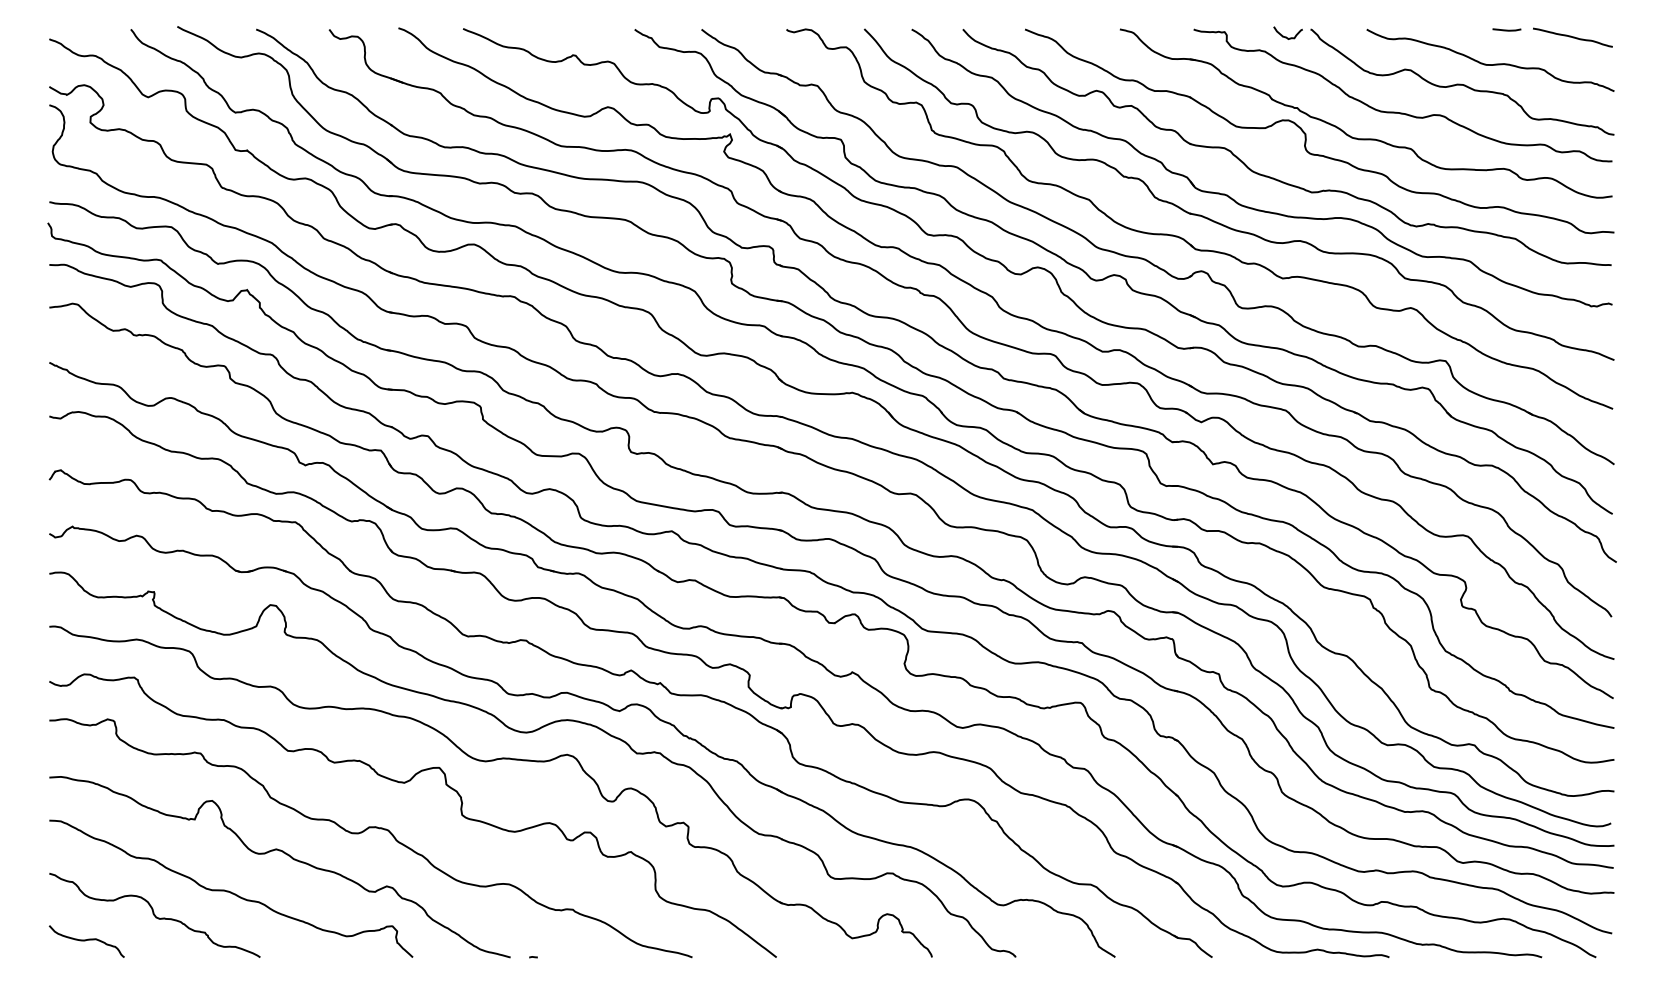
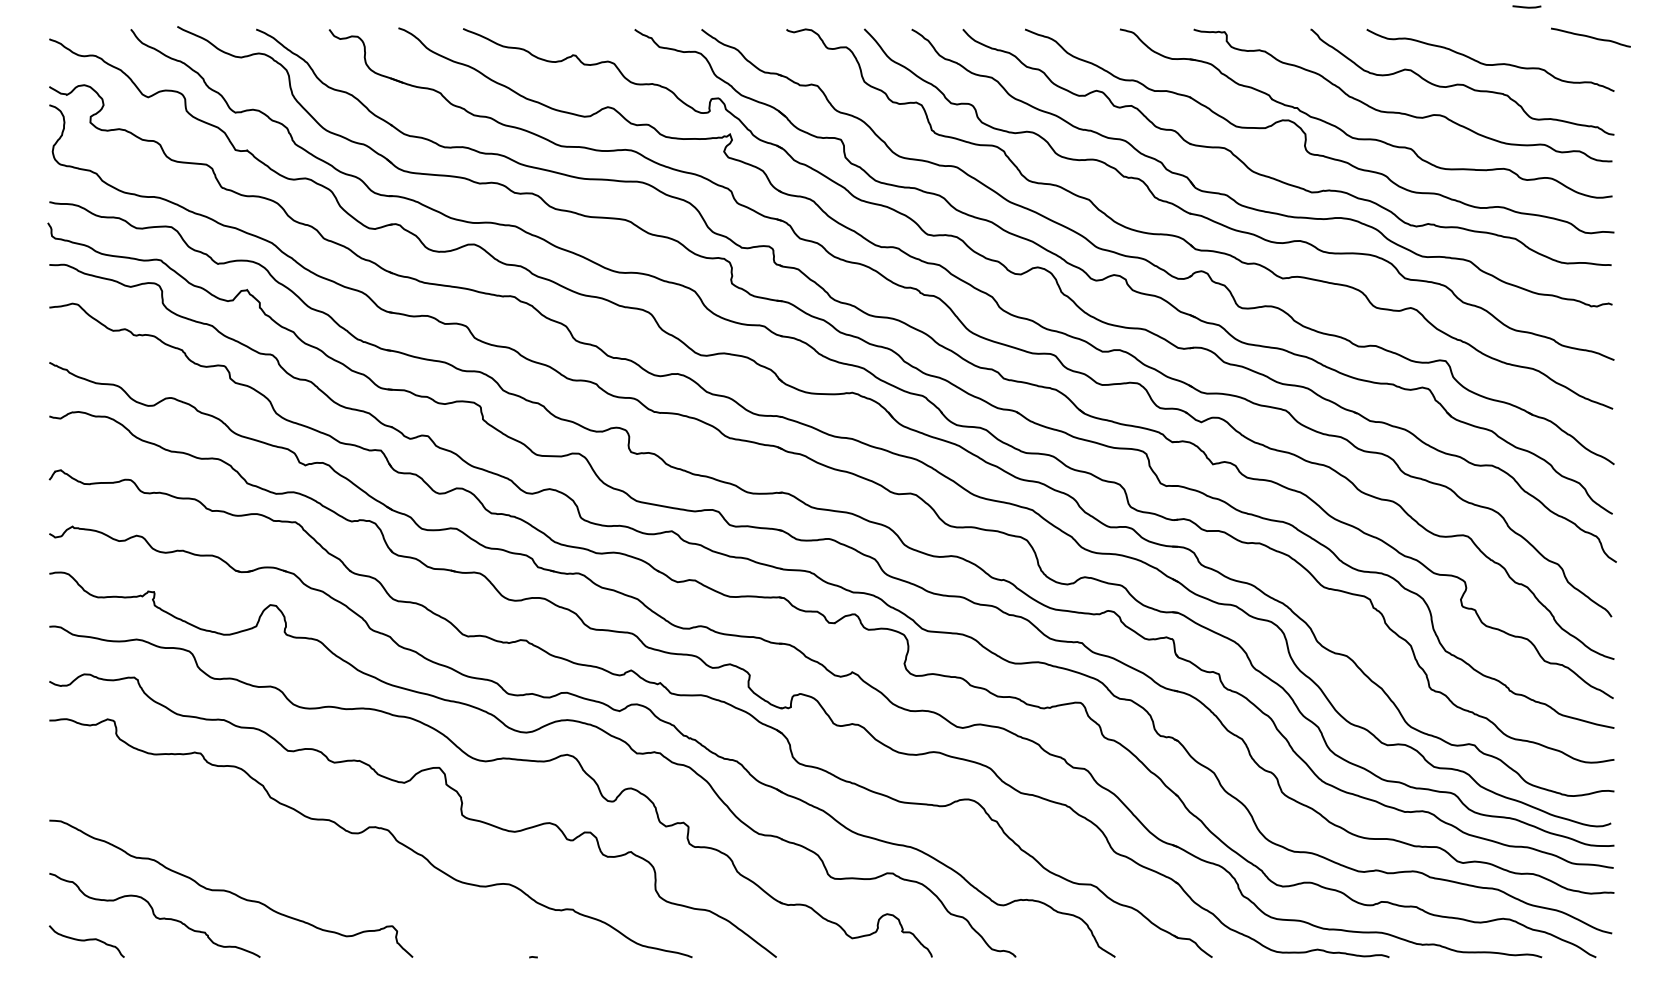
line at (1506, 29) position: (1506, 29) -> (1526, 6)
curve at (1286, 36): present -> none
curve at (1572, 37) position: (1572, 37) -> (1590, 37)
curve at (288, 856): present -> none
